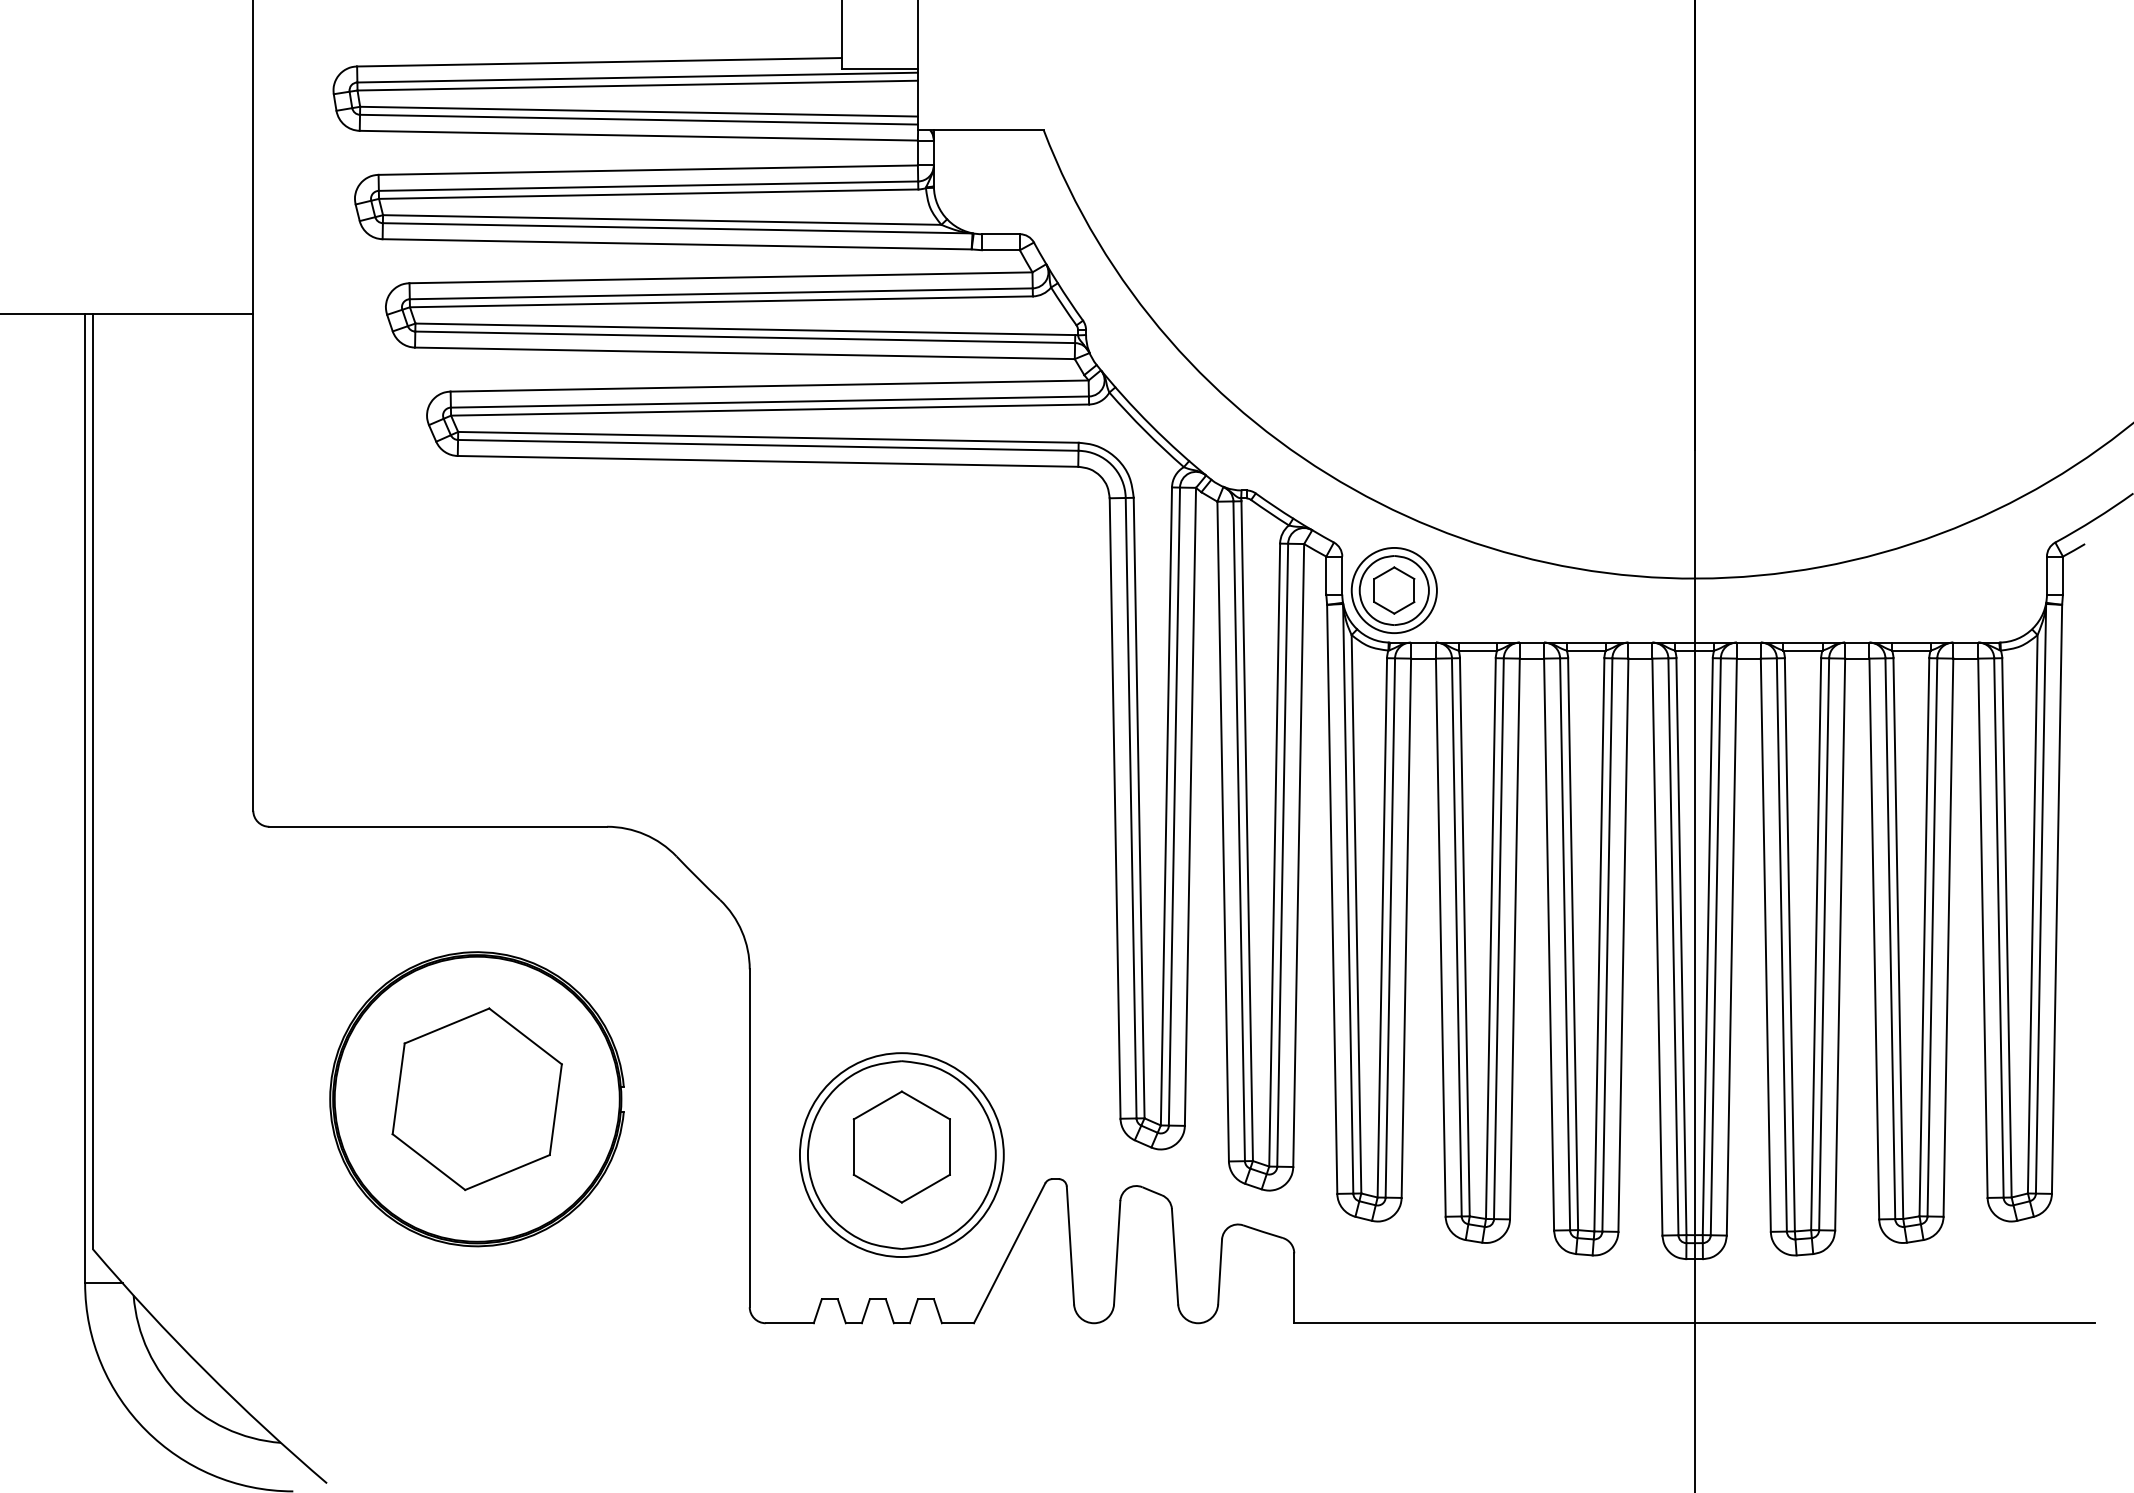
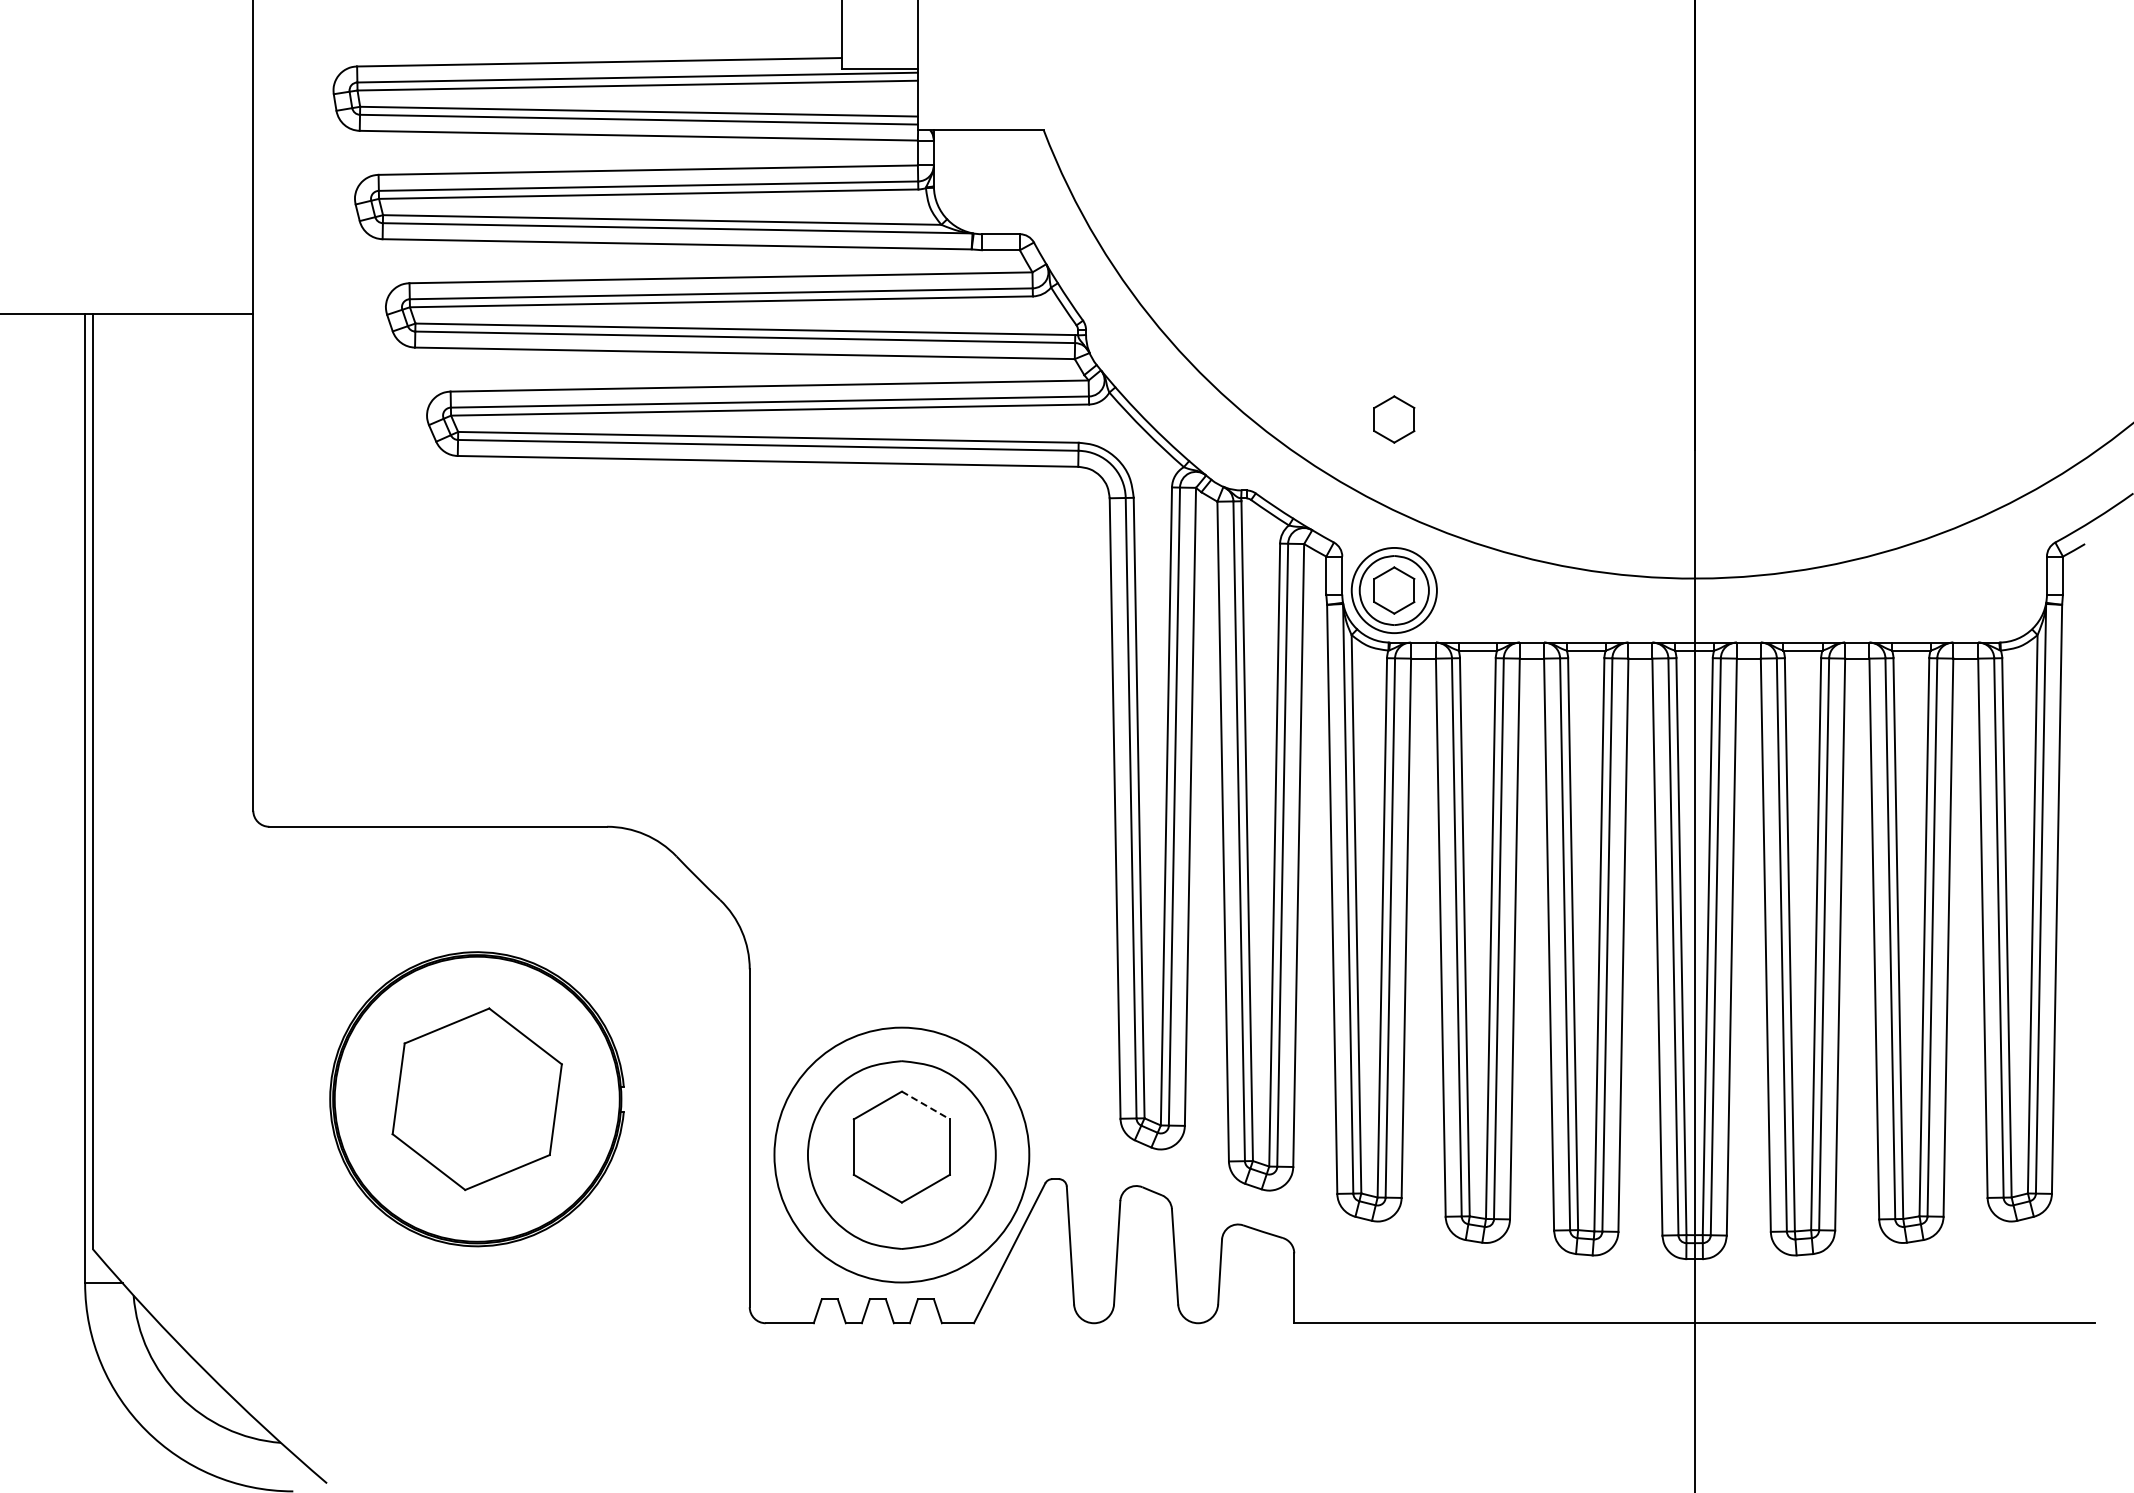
part at (1394, 419): none -> present
line at (925, 1105): solid -> dashed
circle at (901, 1155) diameter: 204 px -> 255 px
